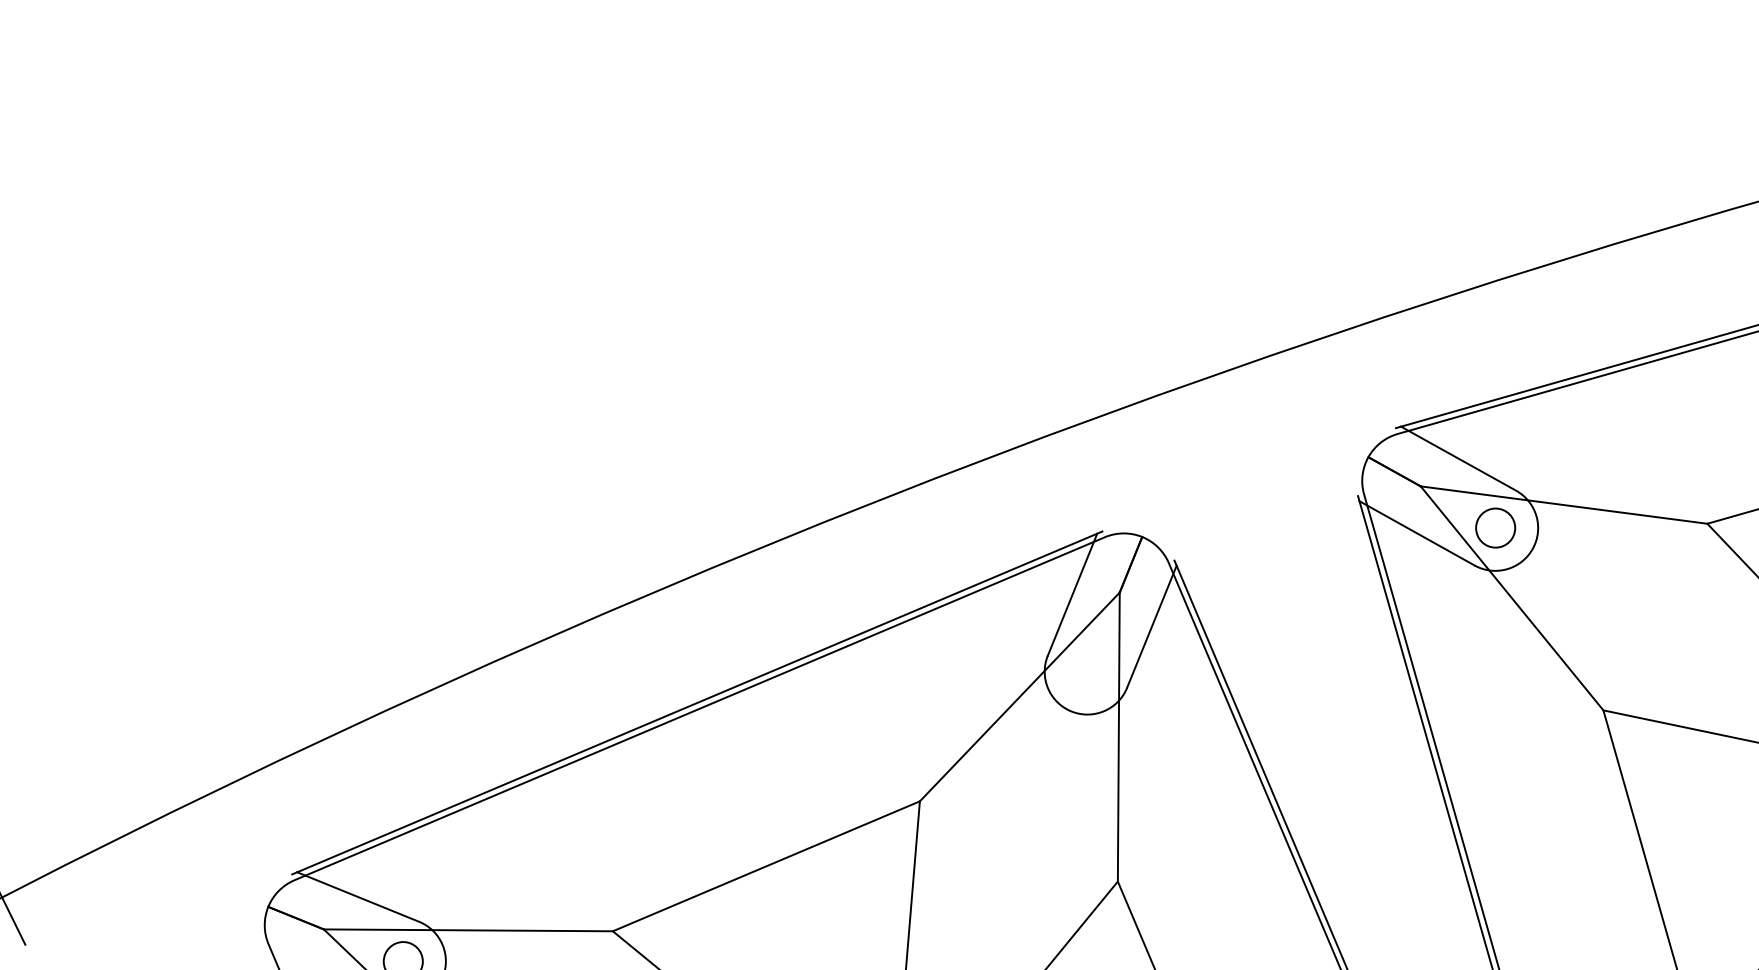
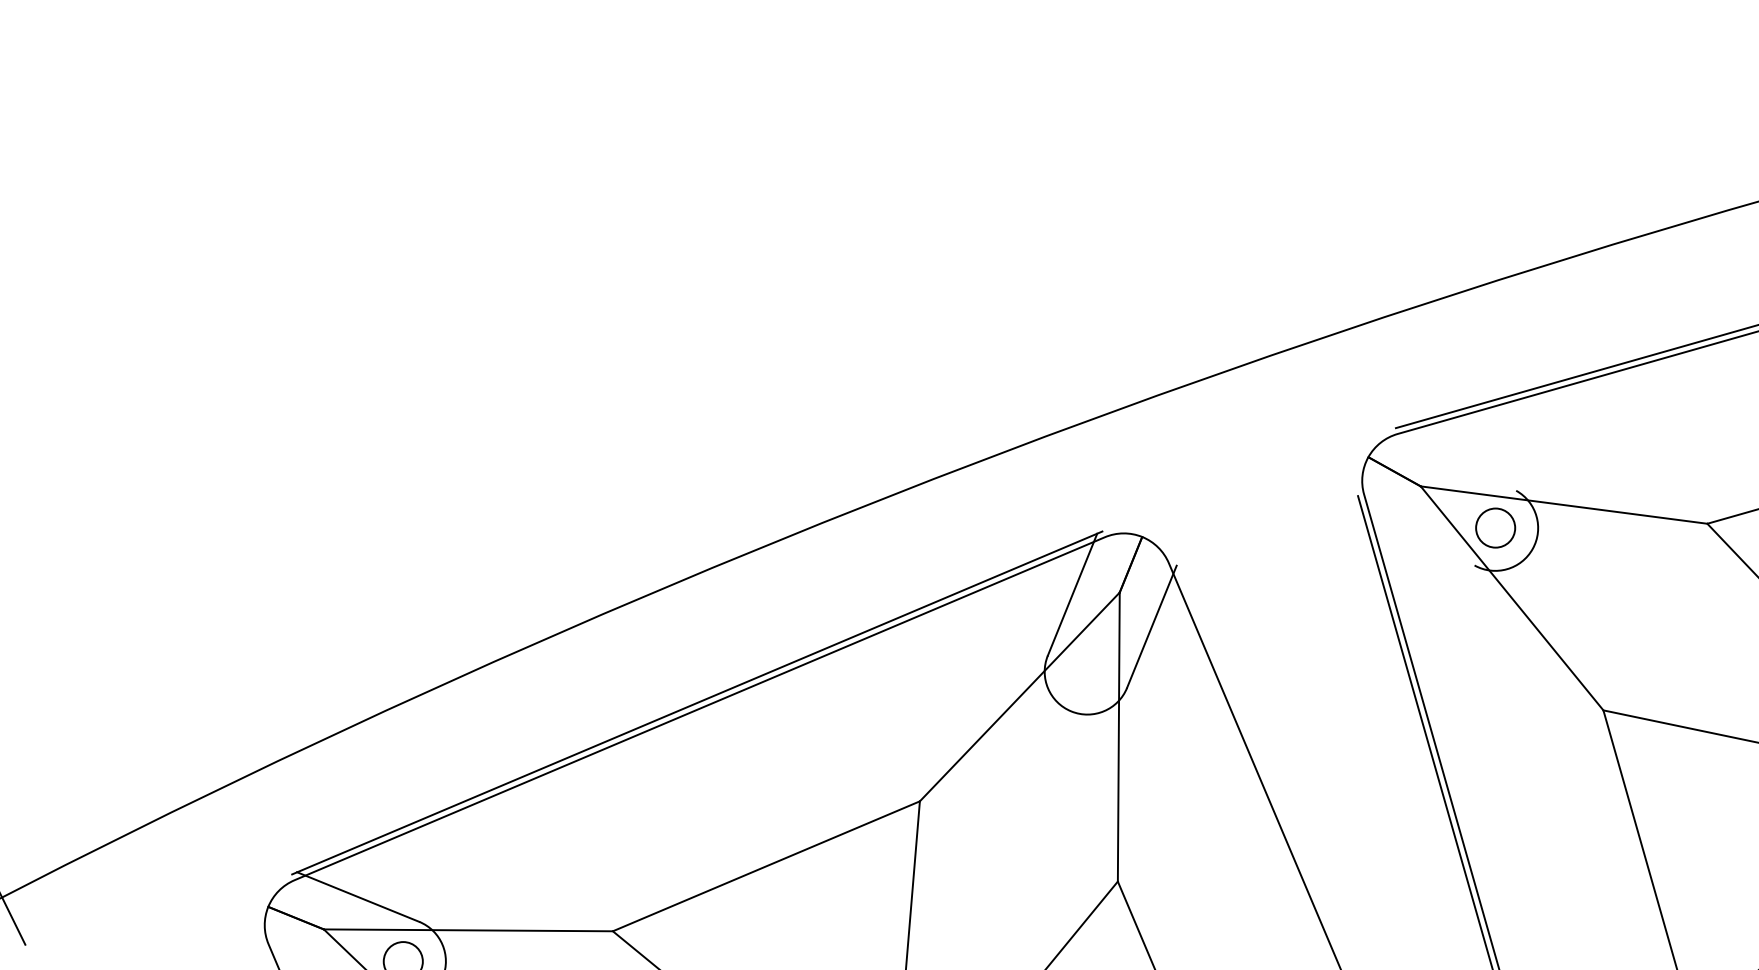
line at (1458, 458): present -> none
line at (1416, 533): present -> none
line at (1260, 763): present -> none
